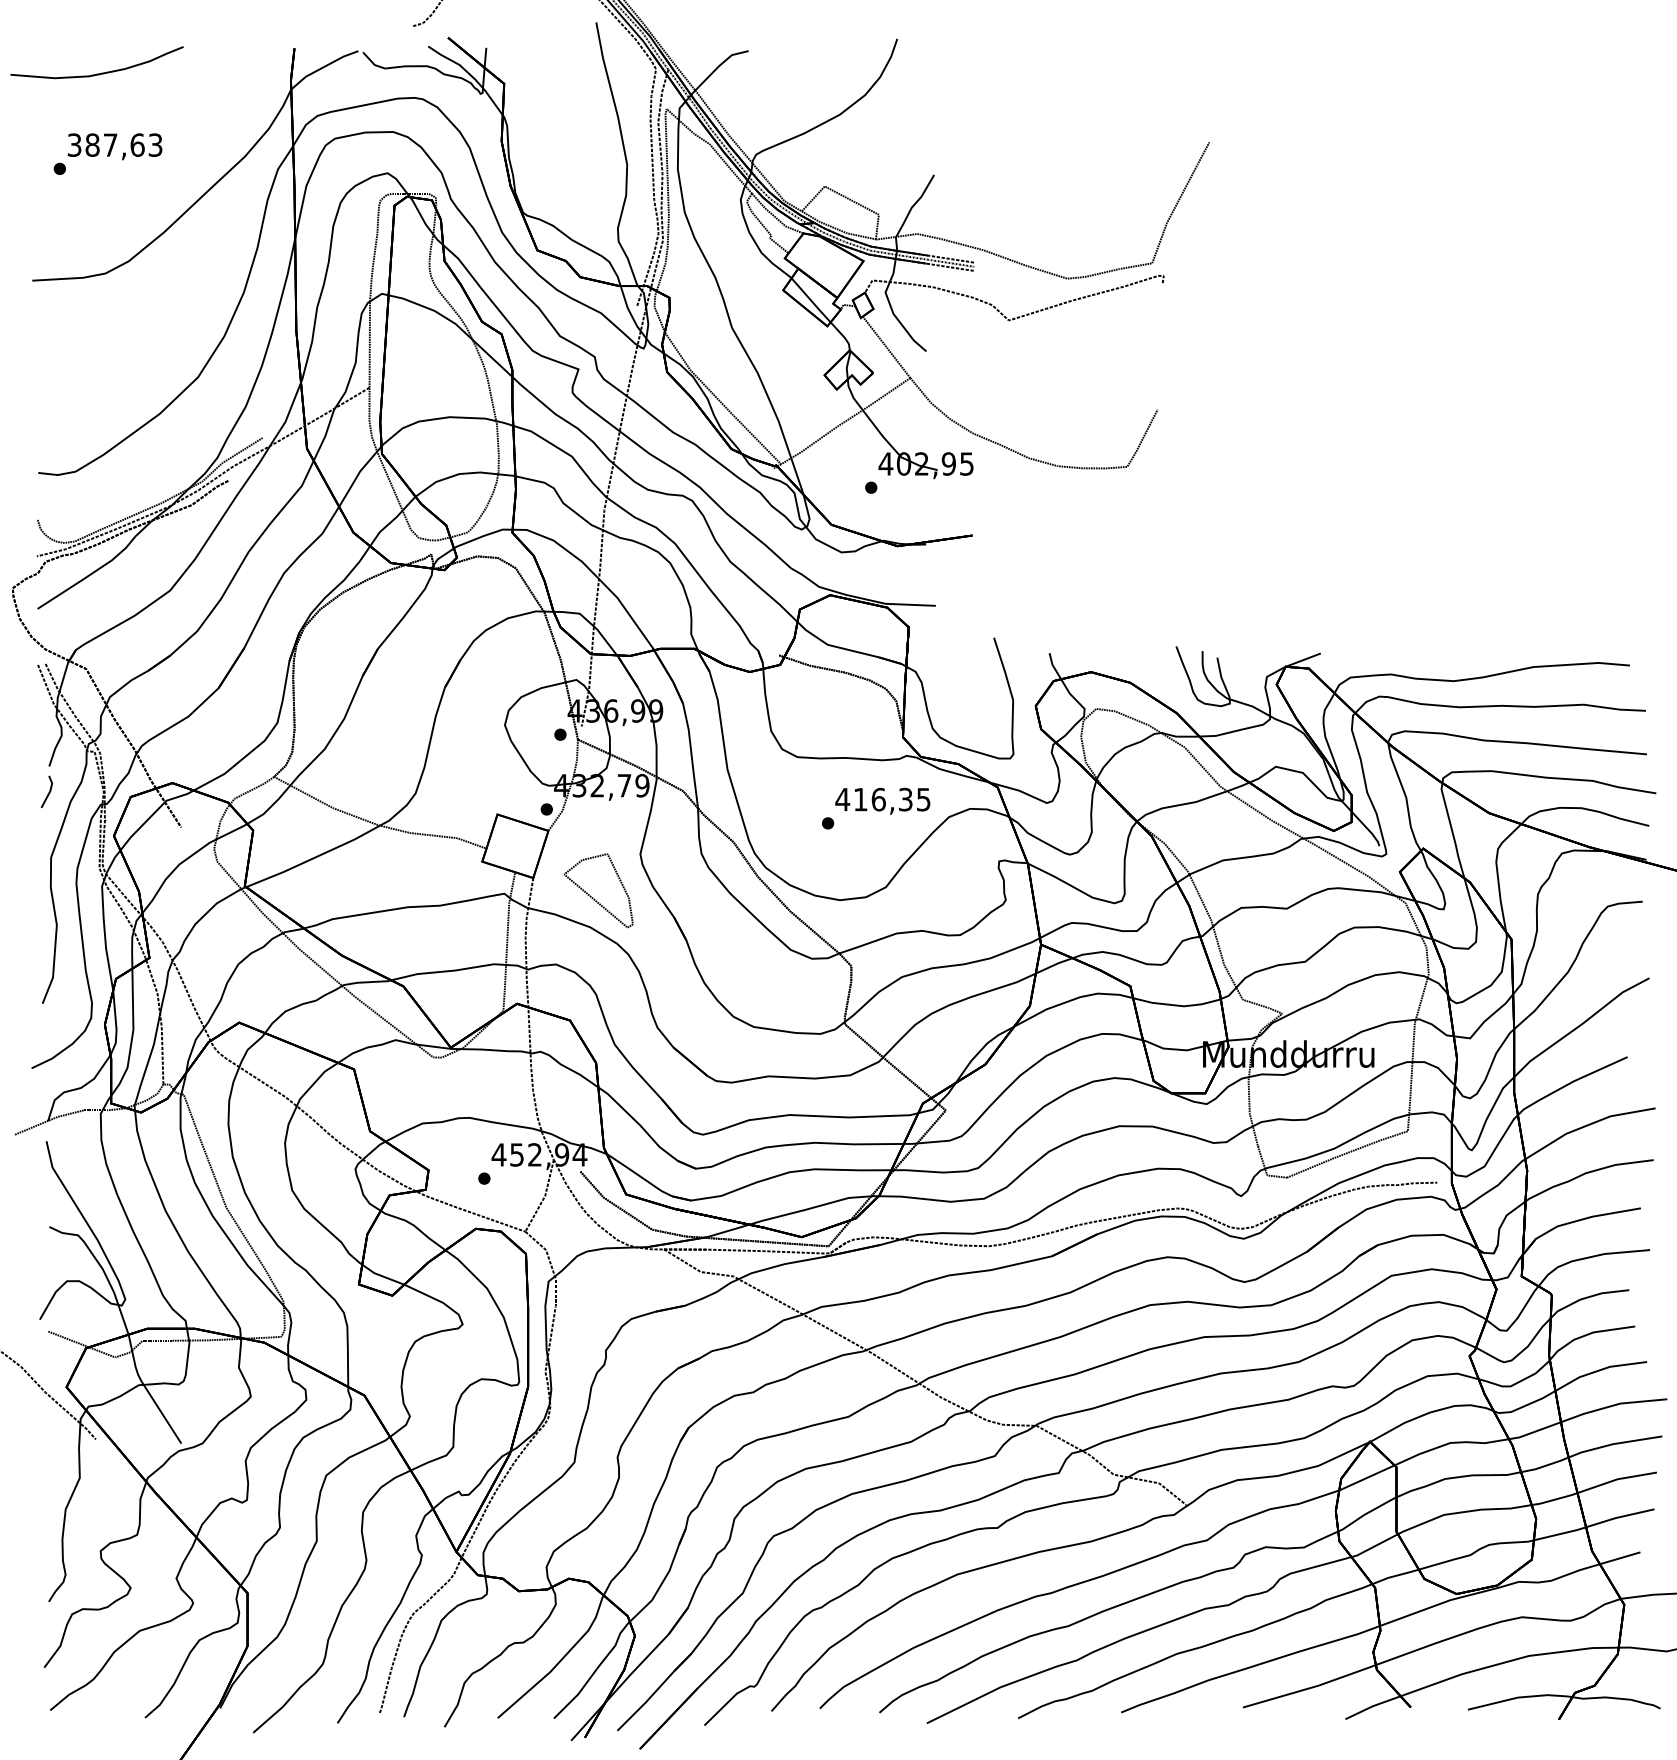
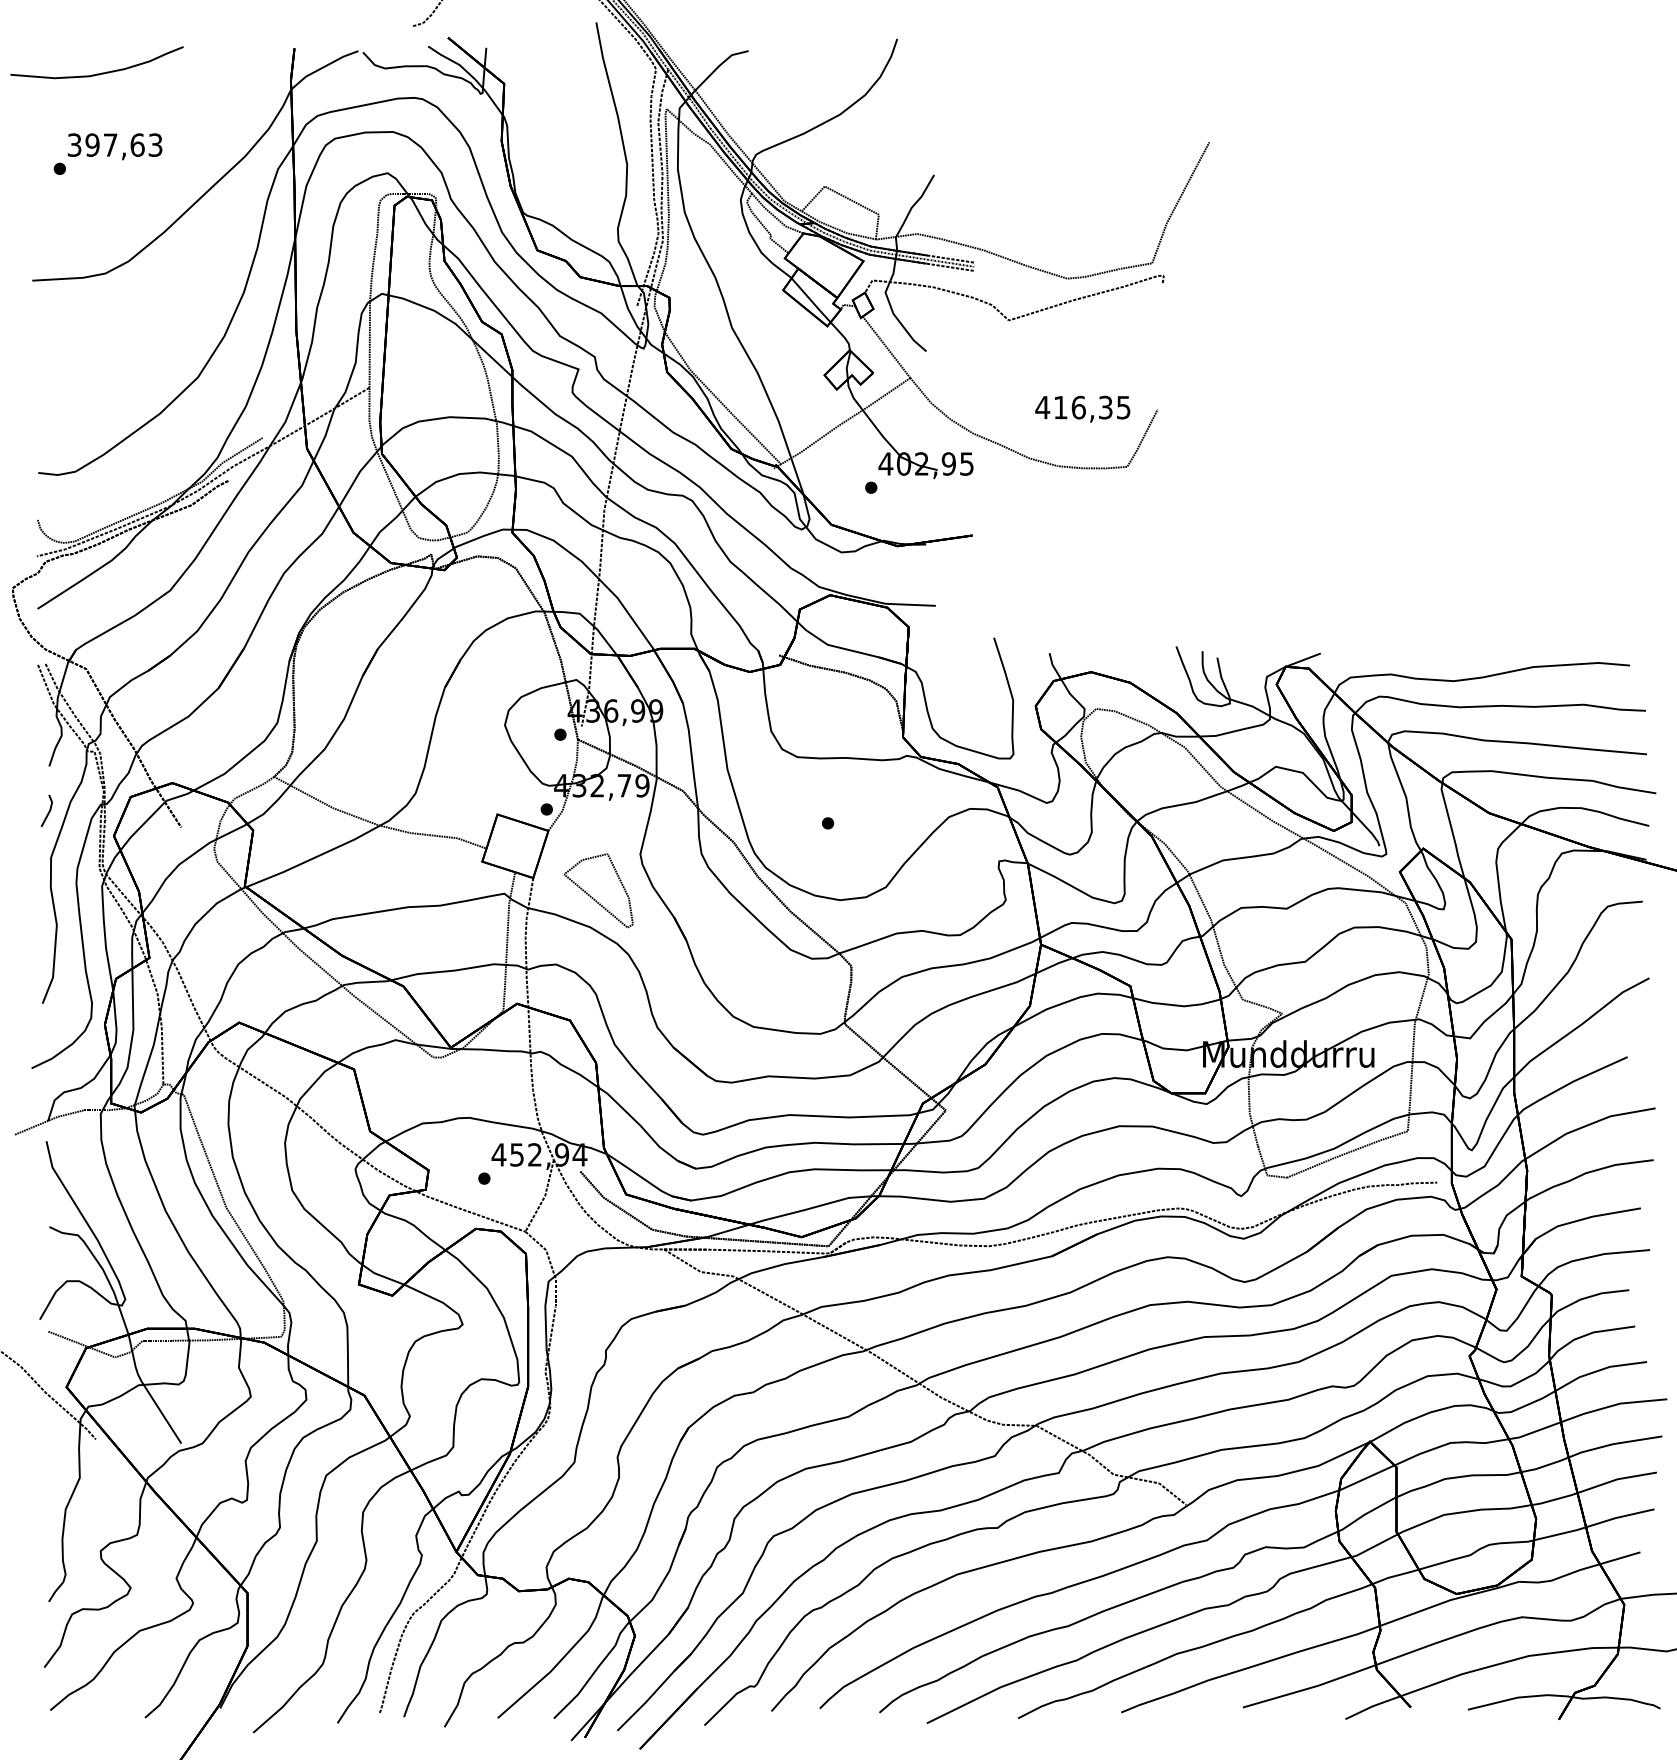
text at (92, 144): 387,63 -> 397,63
line at (48, 792) position: (48, 792) -> (48, 811)
text at (882, 800) position: (882, 800) -> (1082, 408)
